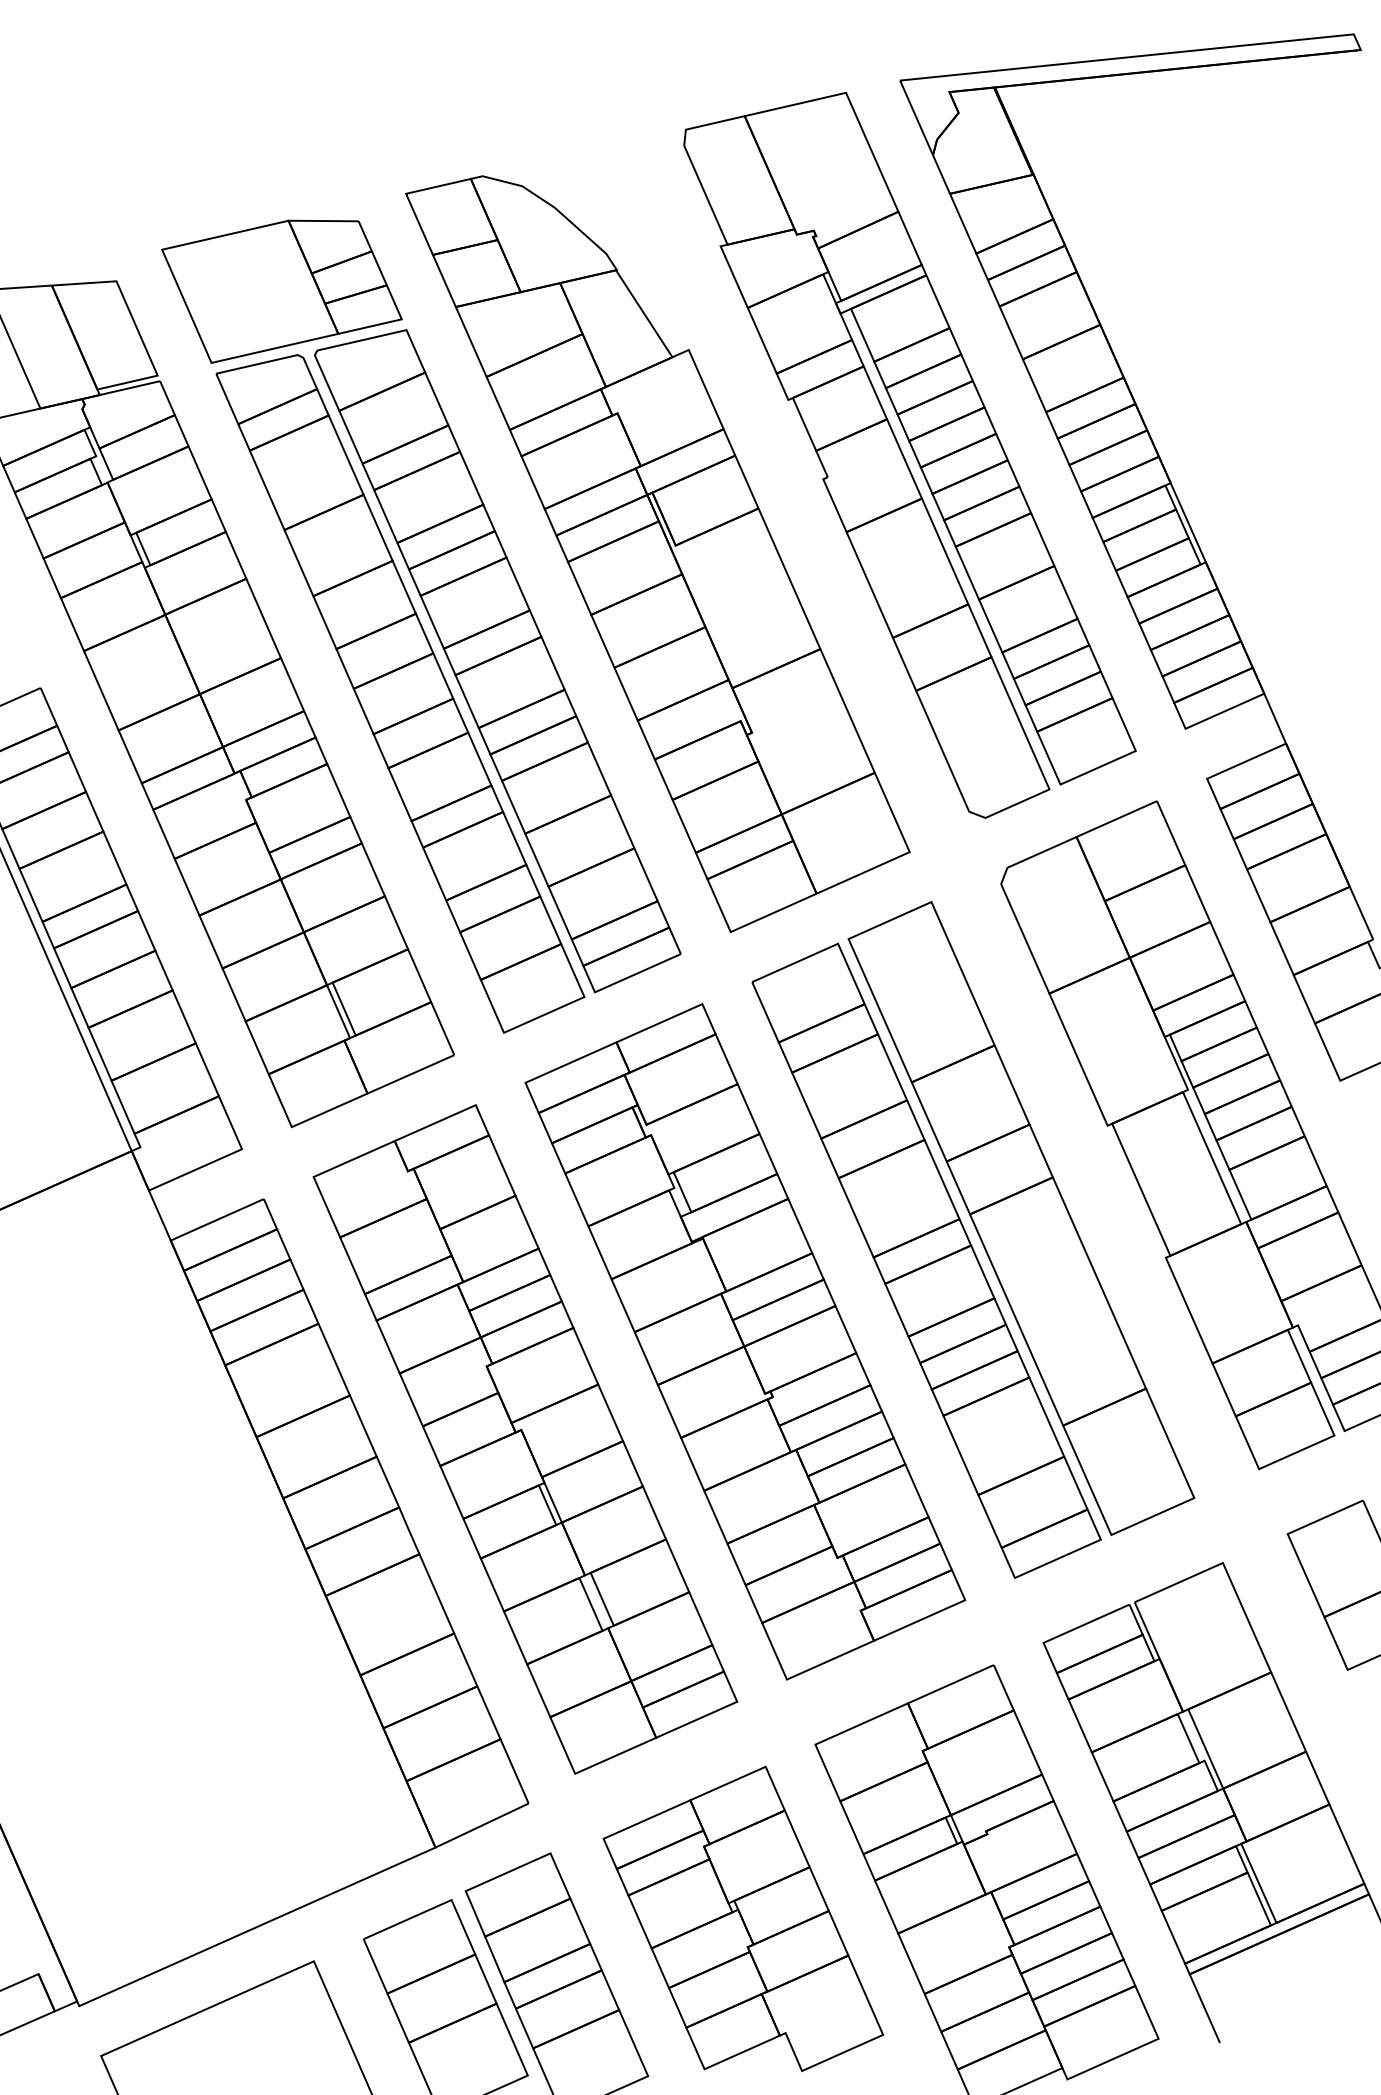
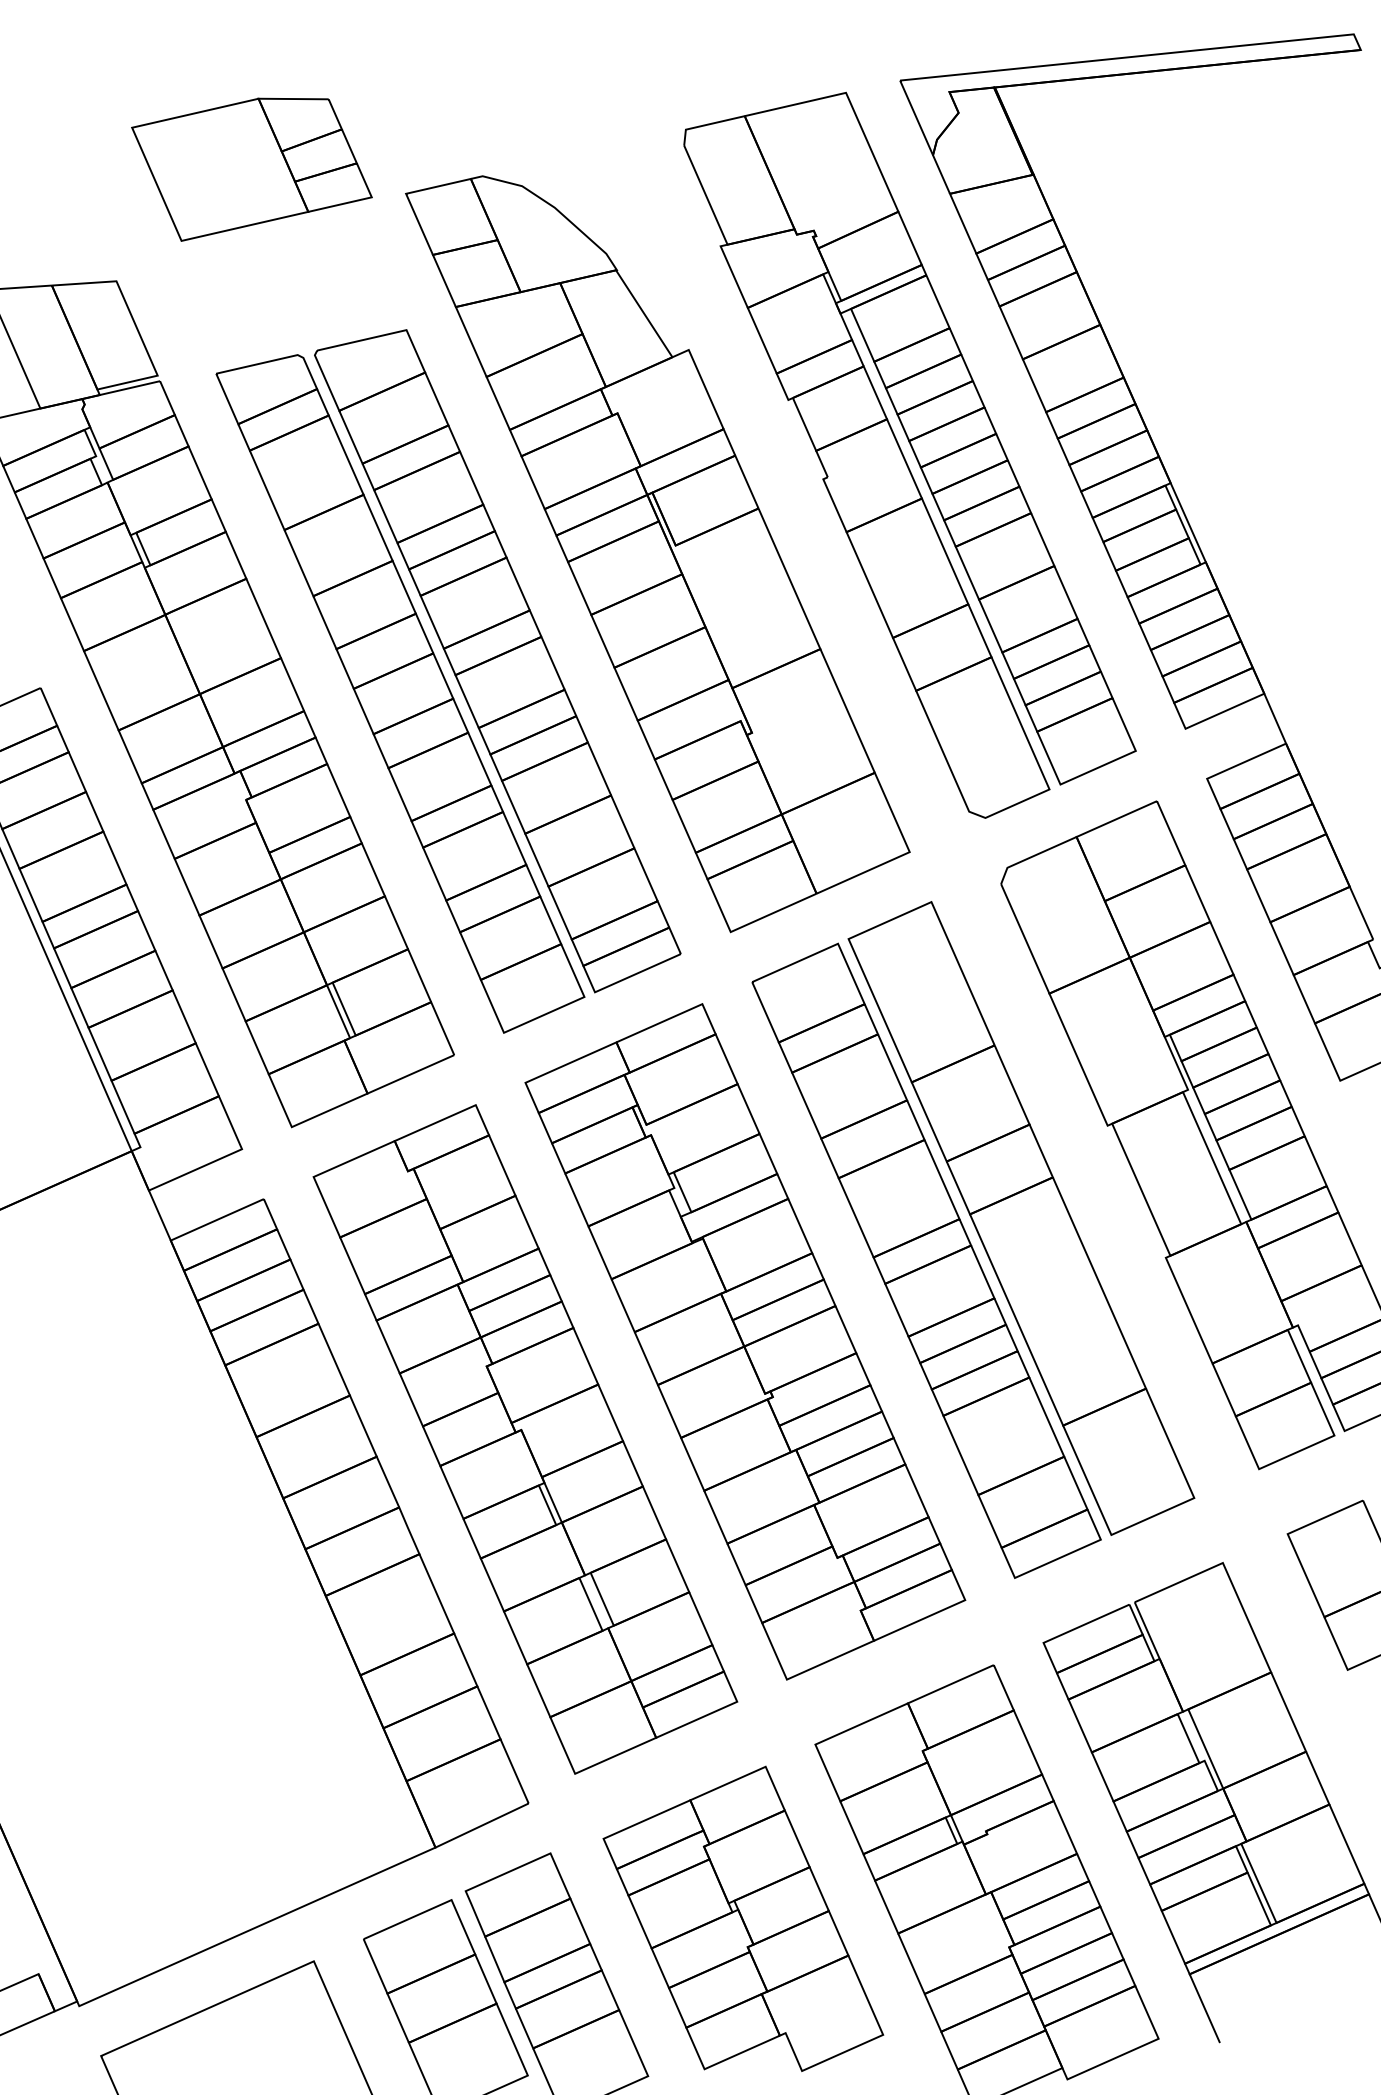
part at (281, 291) position: (281, 291) -> (251, 169)
